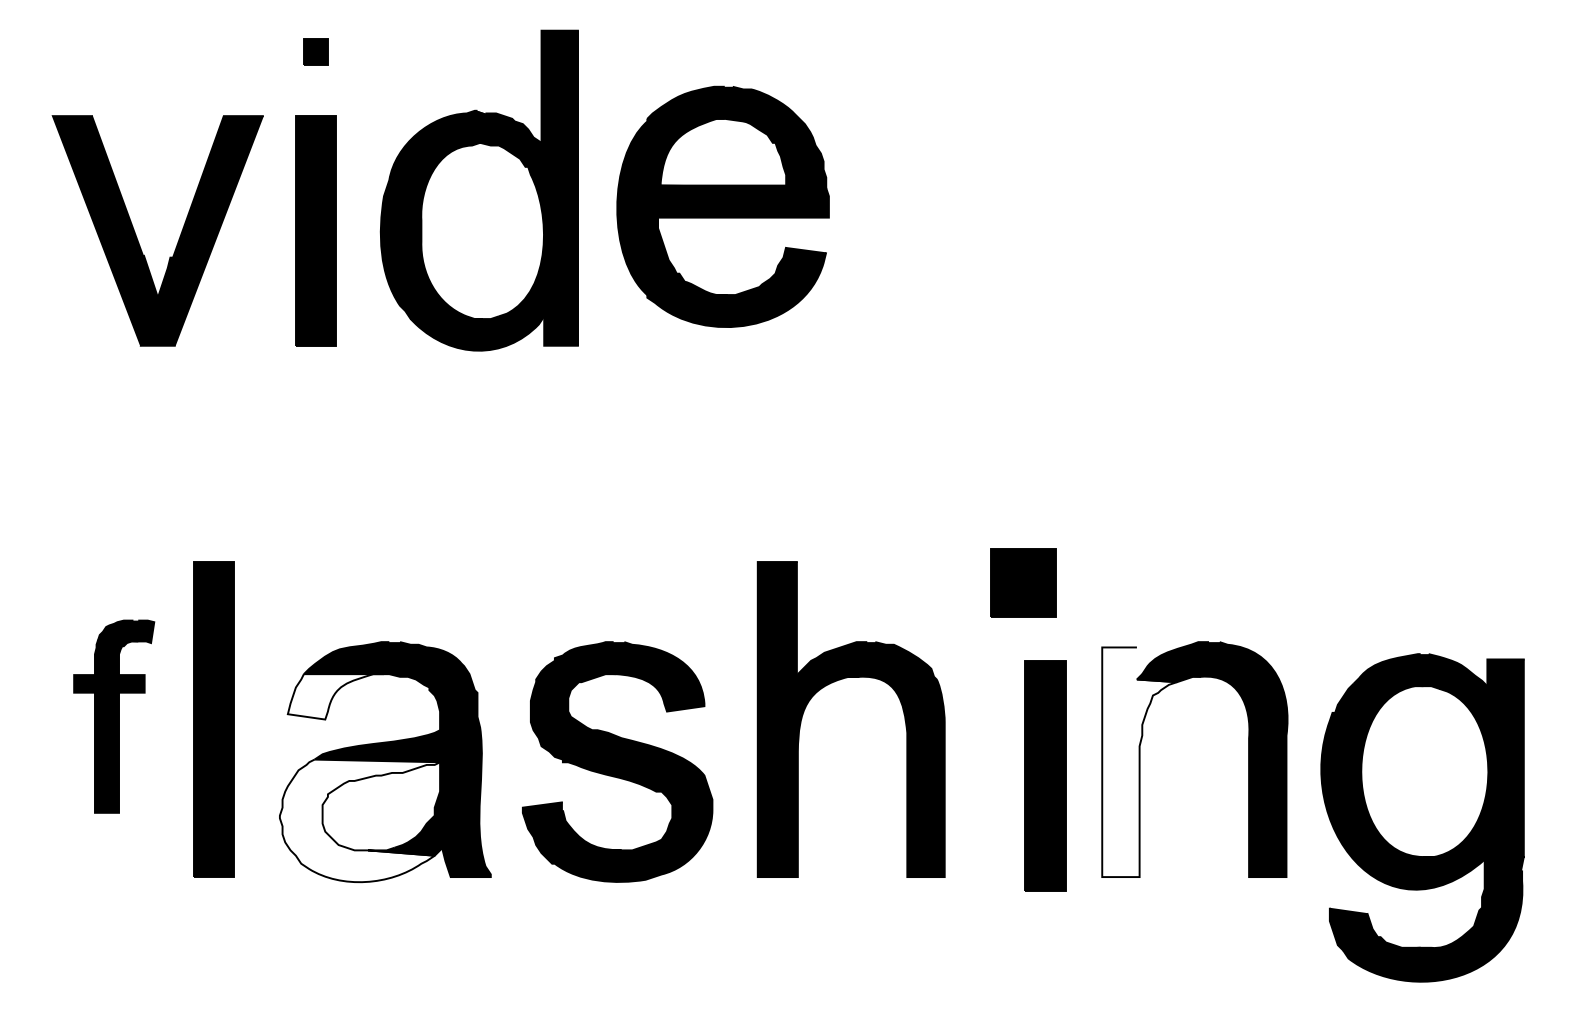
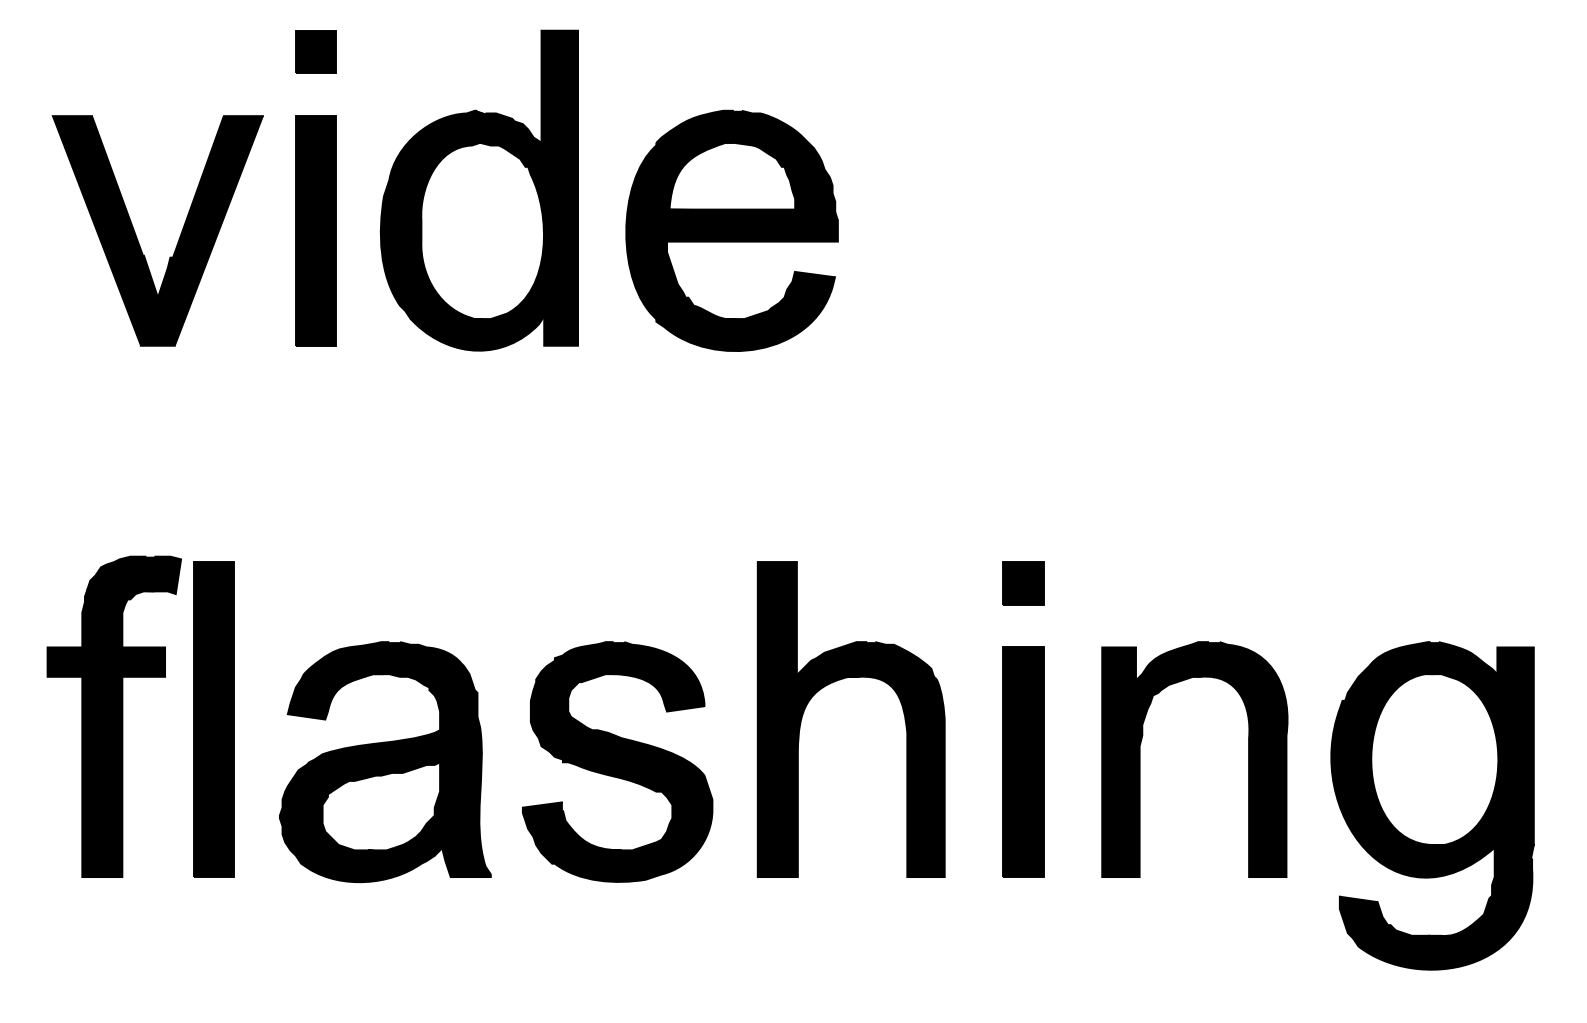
part at (315, 51) size: 26x28 px -> 42x44 px
part at (722, 206) position: (722, 206) -> (731, 230)
part at (1023, 582) size: 67x70 px -> 43x45 px
fill at (335, 696): none -> present
part at (114, 716) size: 83x195 px -> 136x323 px
fill at (1139, 762): none -> present
part at (1045, 775) position: (1045, 775) -> (1023, 761)
part at (1422, 817) position: (1422, 817) -> (1432, 805)
fill at (359, 820): none -> present
